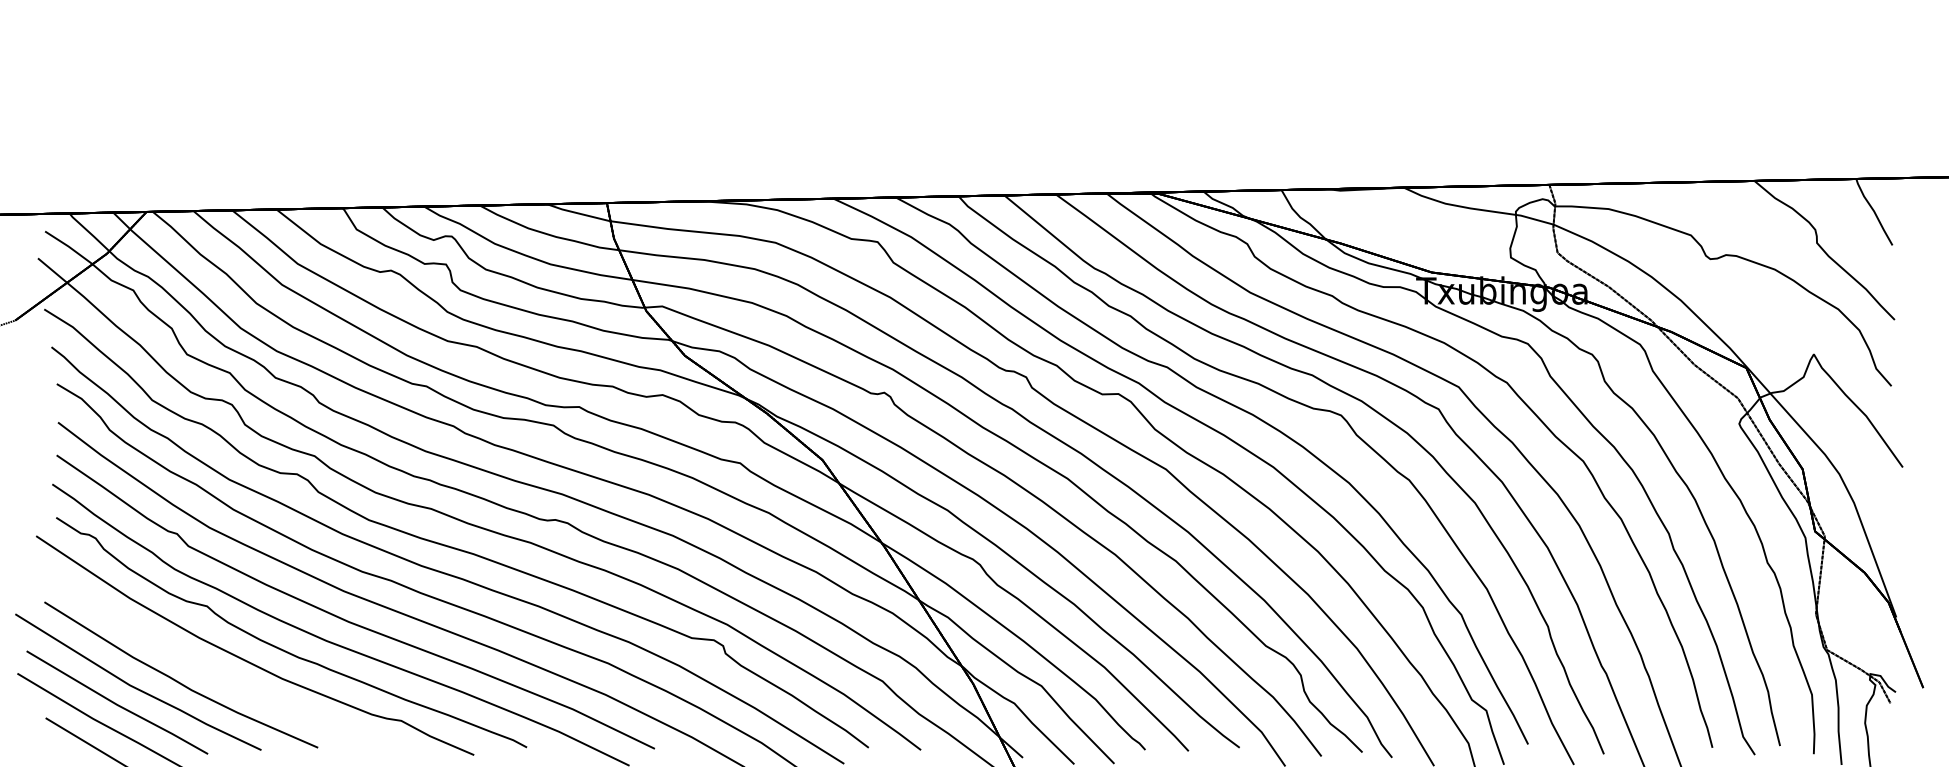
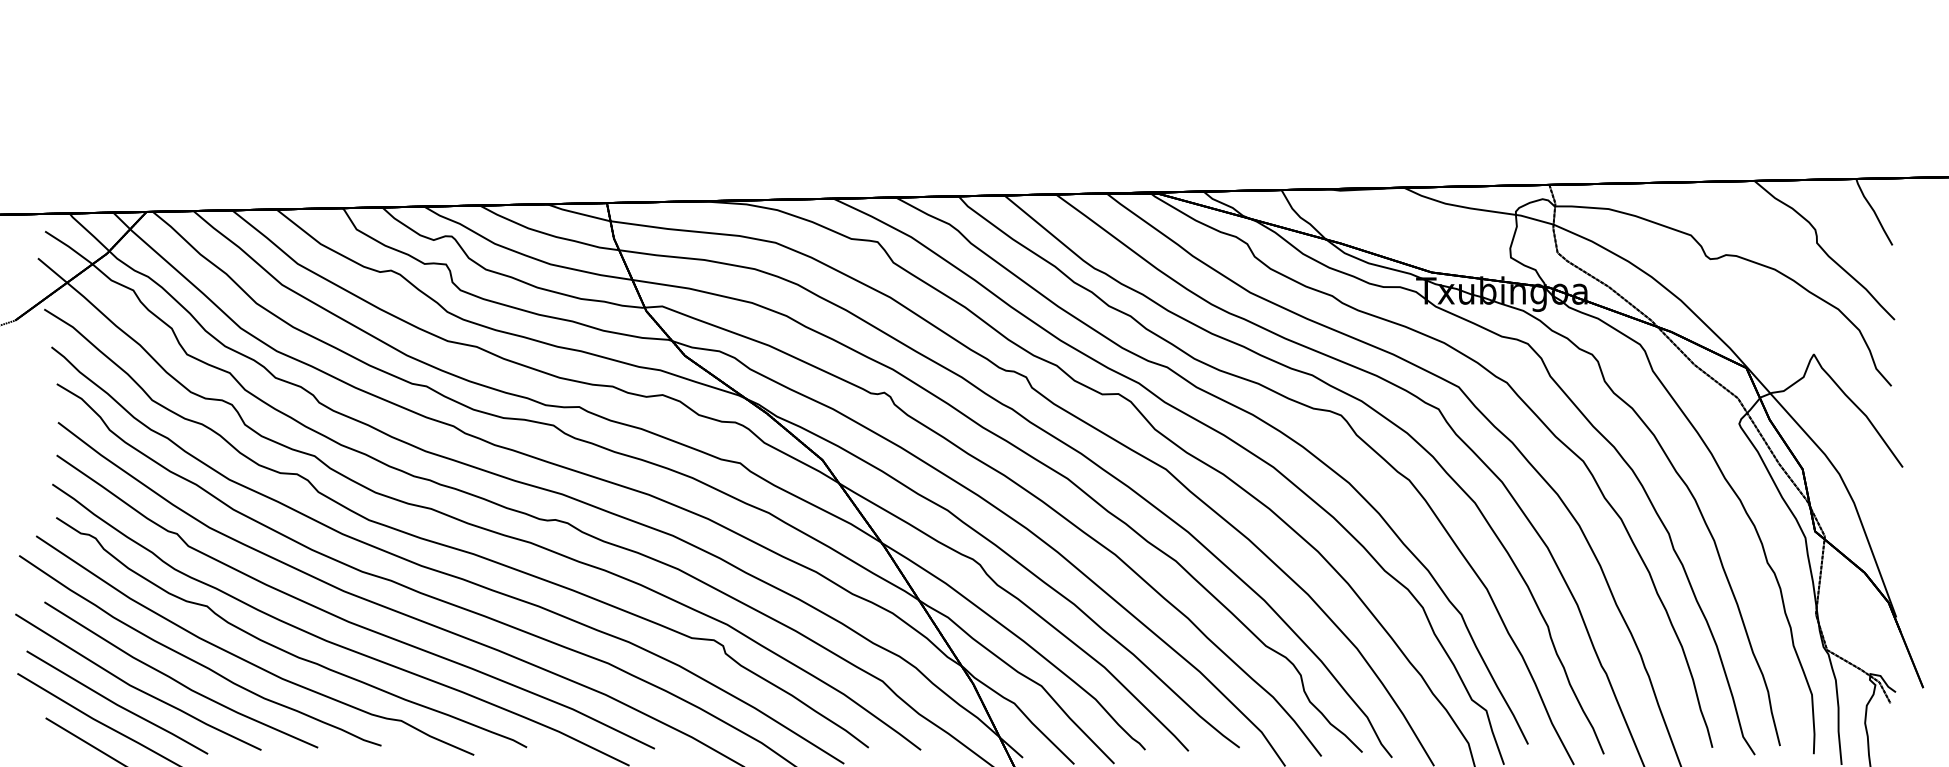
part at (195, 660): none -> present
